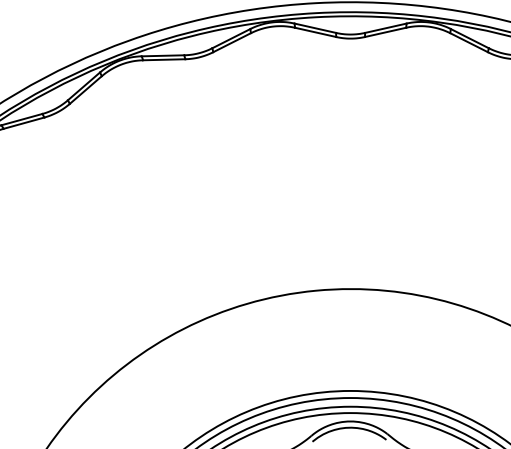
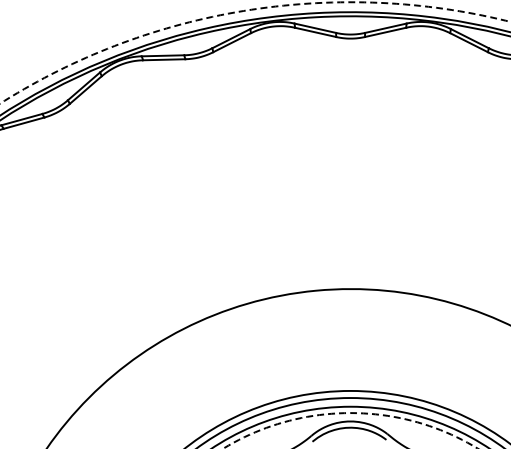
arc at (248, 10): solid -> dashed
circle at (350, 430): solid -> dashed
